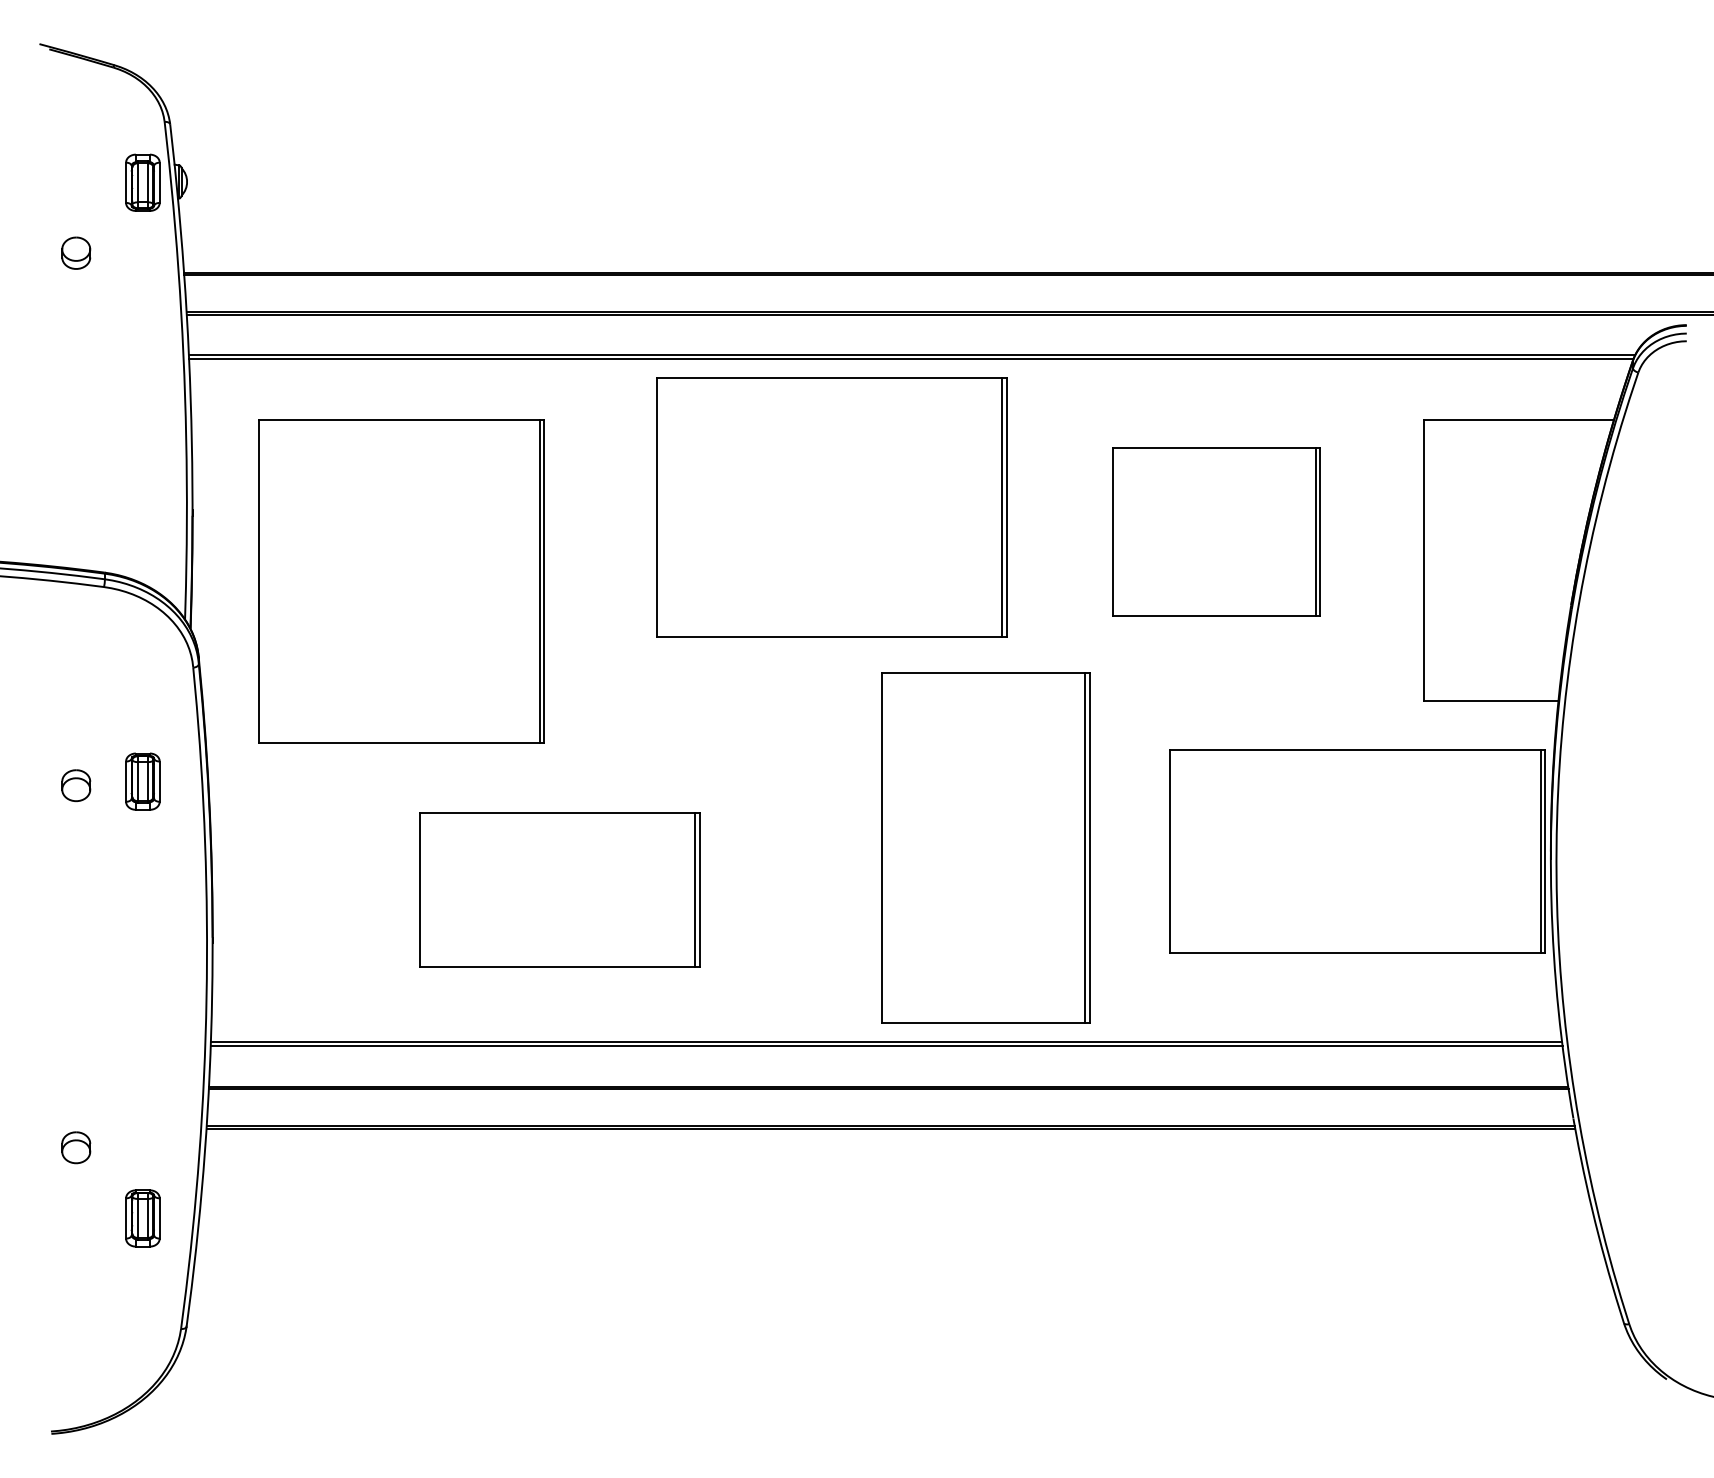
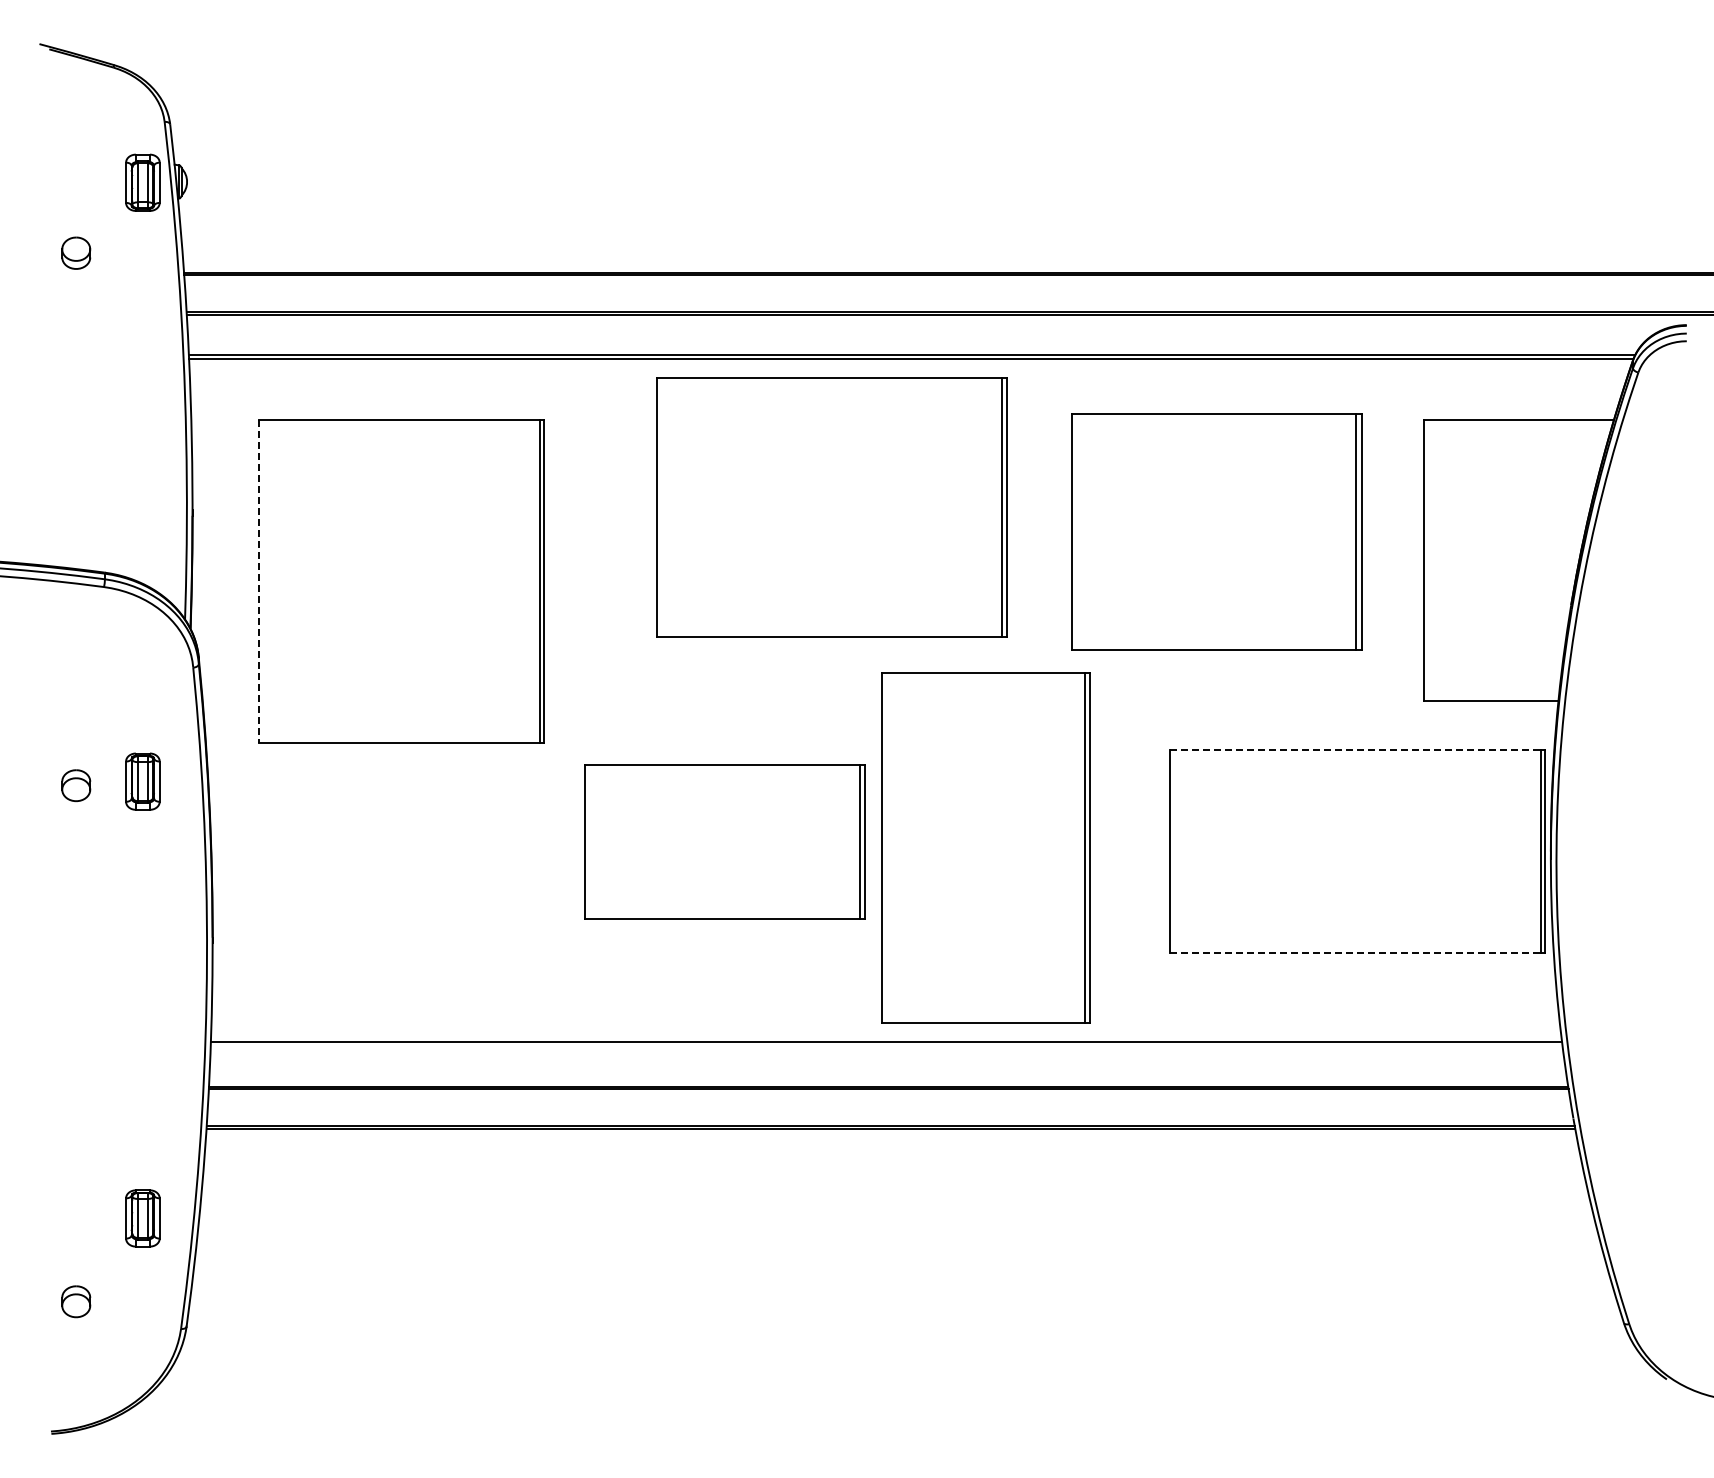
part at (1216, 531) size: 209x170 px -> 292x238 px
line at (258, 581): solid -> dashed
line at (1356, 749): solid -> dashed
part at (559, 889) position: (559, 889) -> (724, 841)
line at (1356, 953): solid -> dashed
line at (886, 1046): present -> none
part at (76, 1147) position: (76, 1147) -> (76, 1301)
